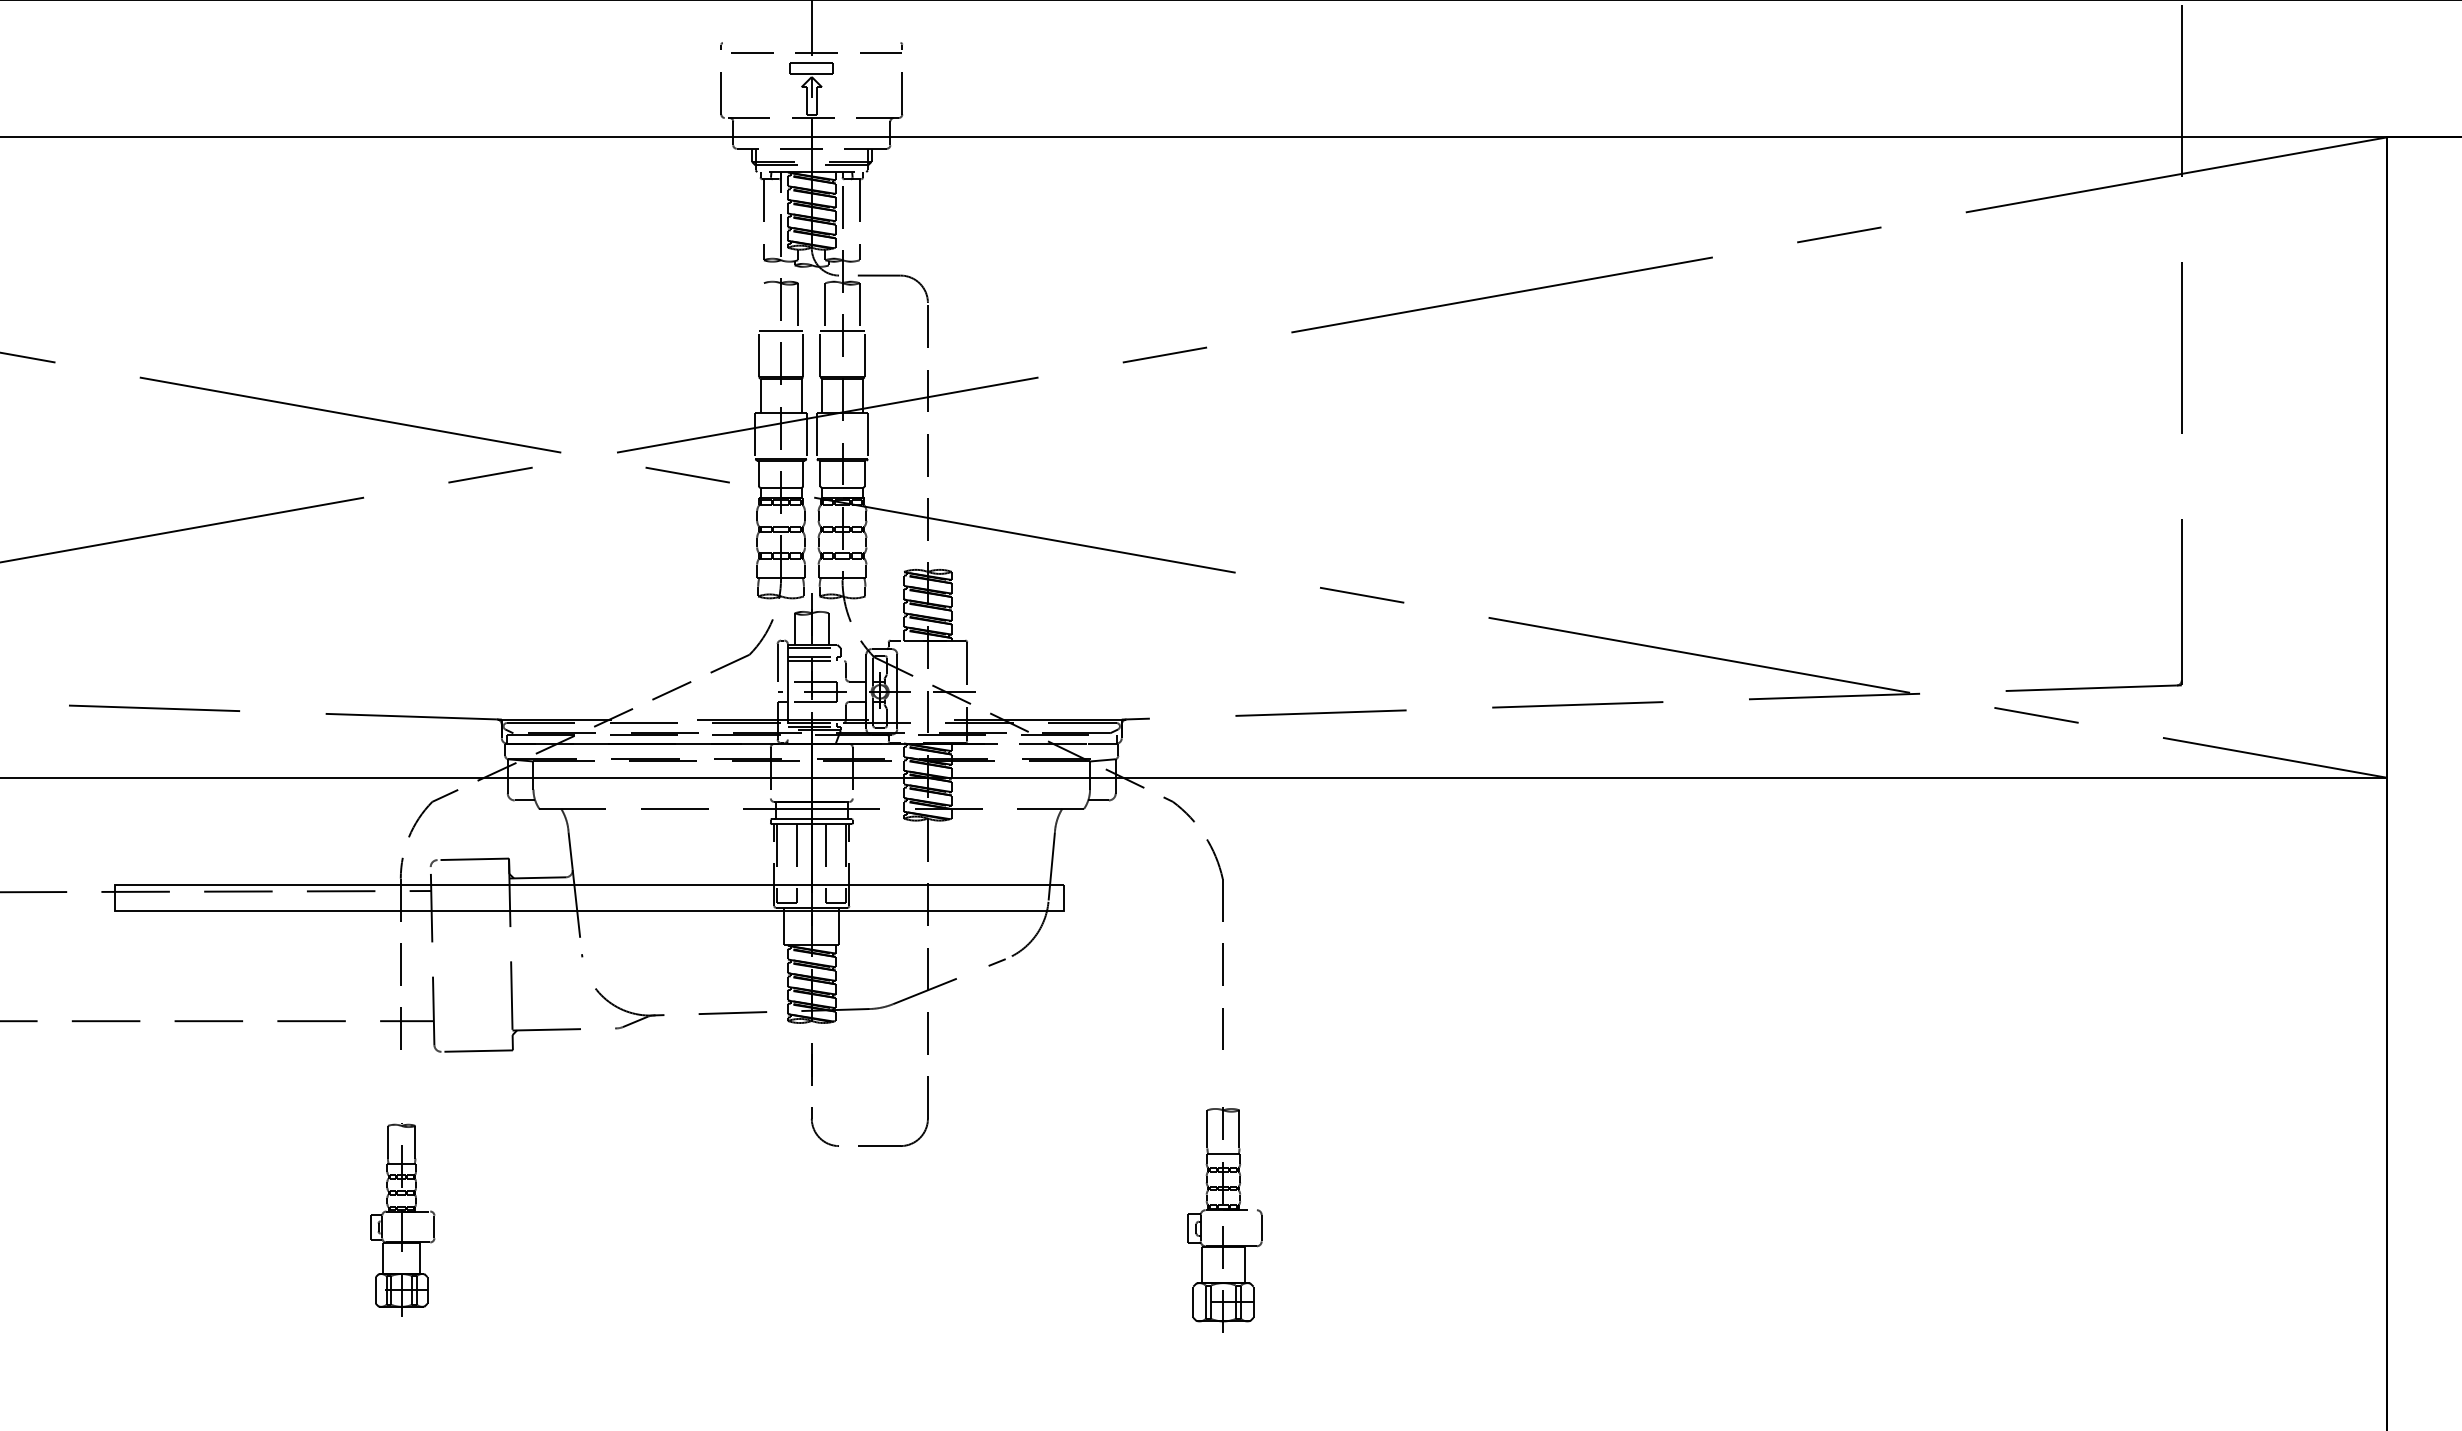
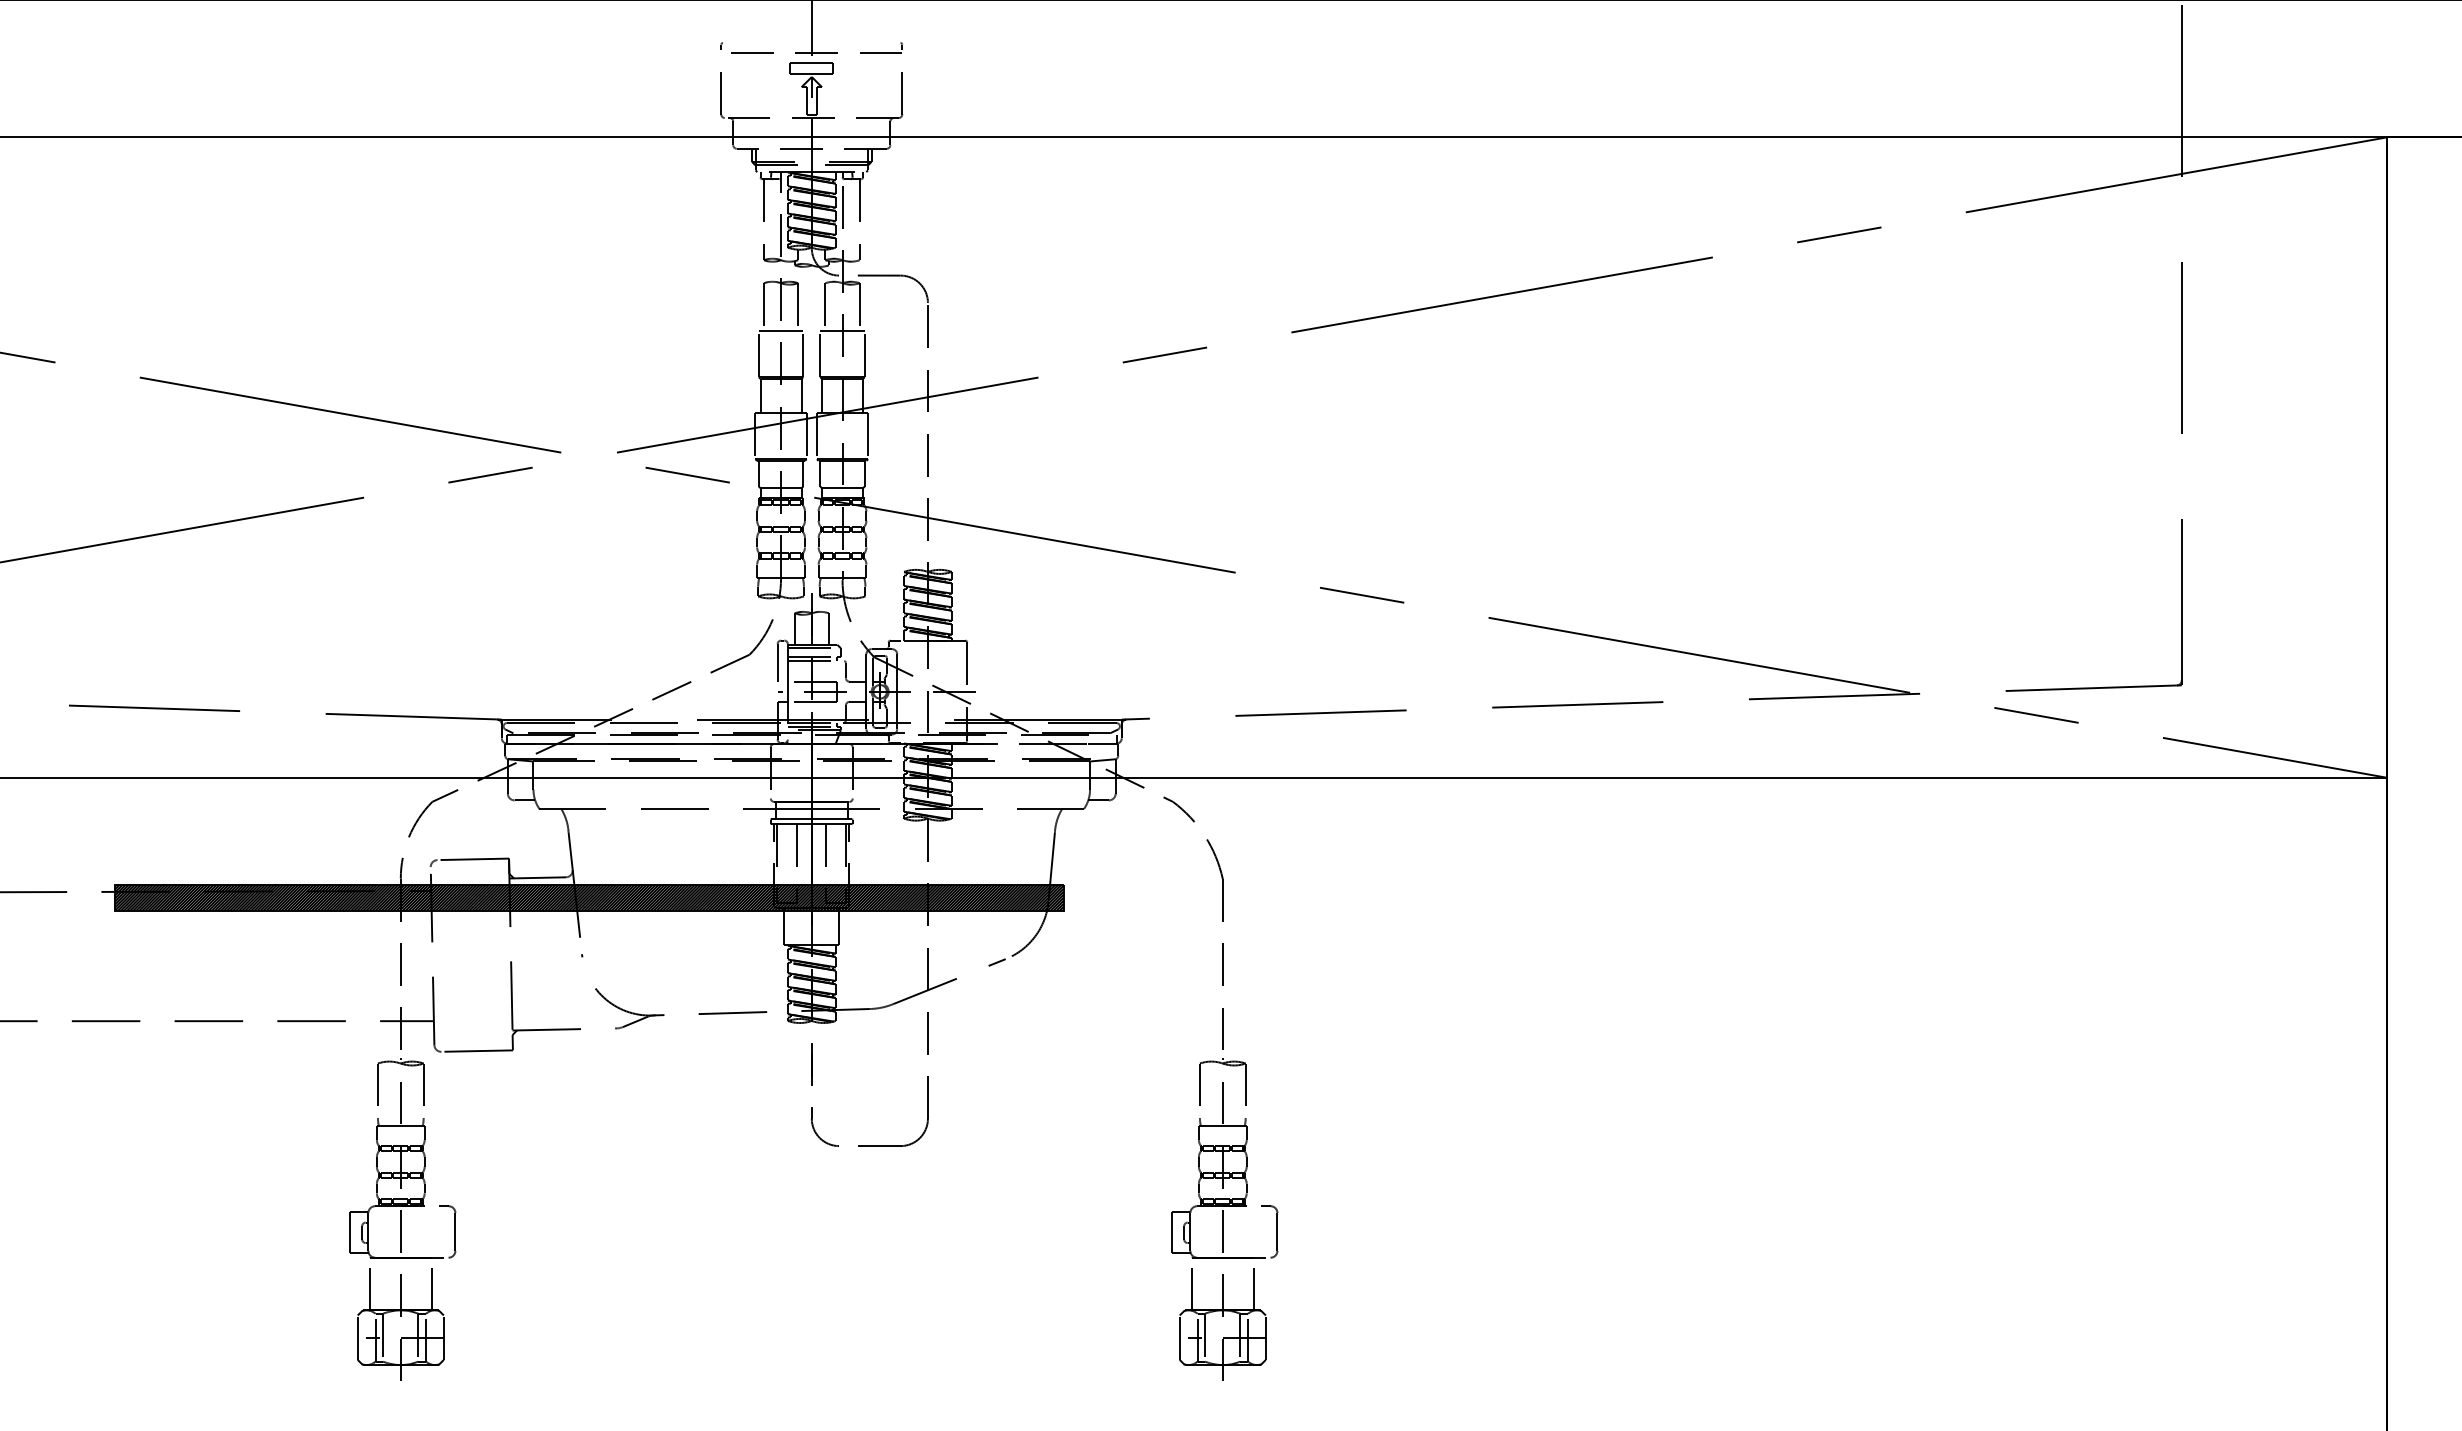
line at (763, 307): none -> present
hatch at (588, 897): none -> present
part at (402, 1219) size: 66x194 px -> 108x323 px
part at (1224, 1219) size: 76x226 px -> 108x323 px
